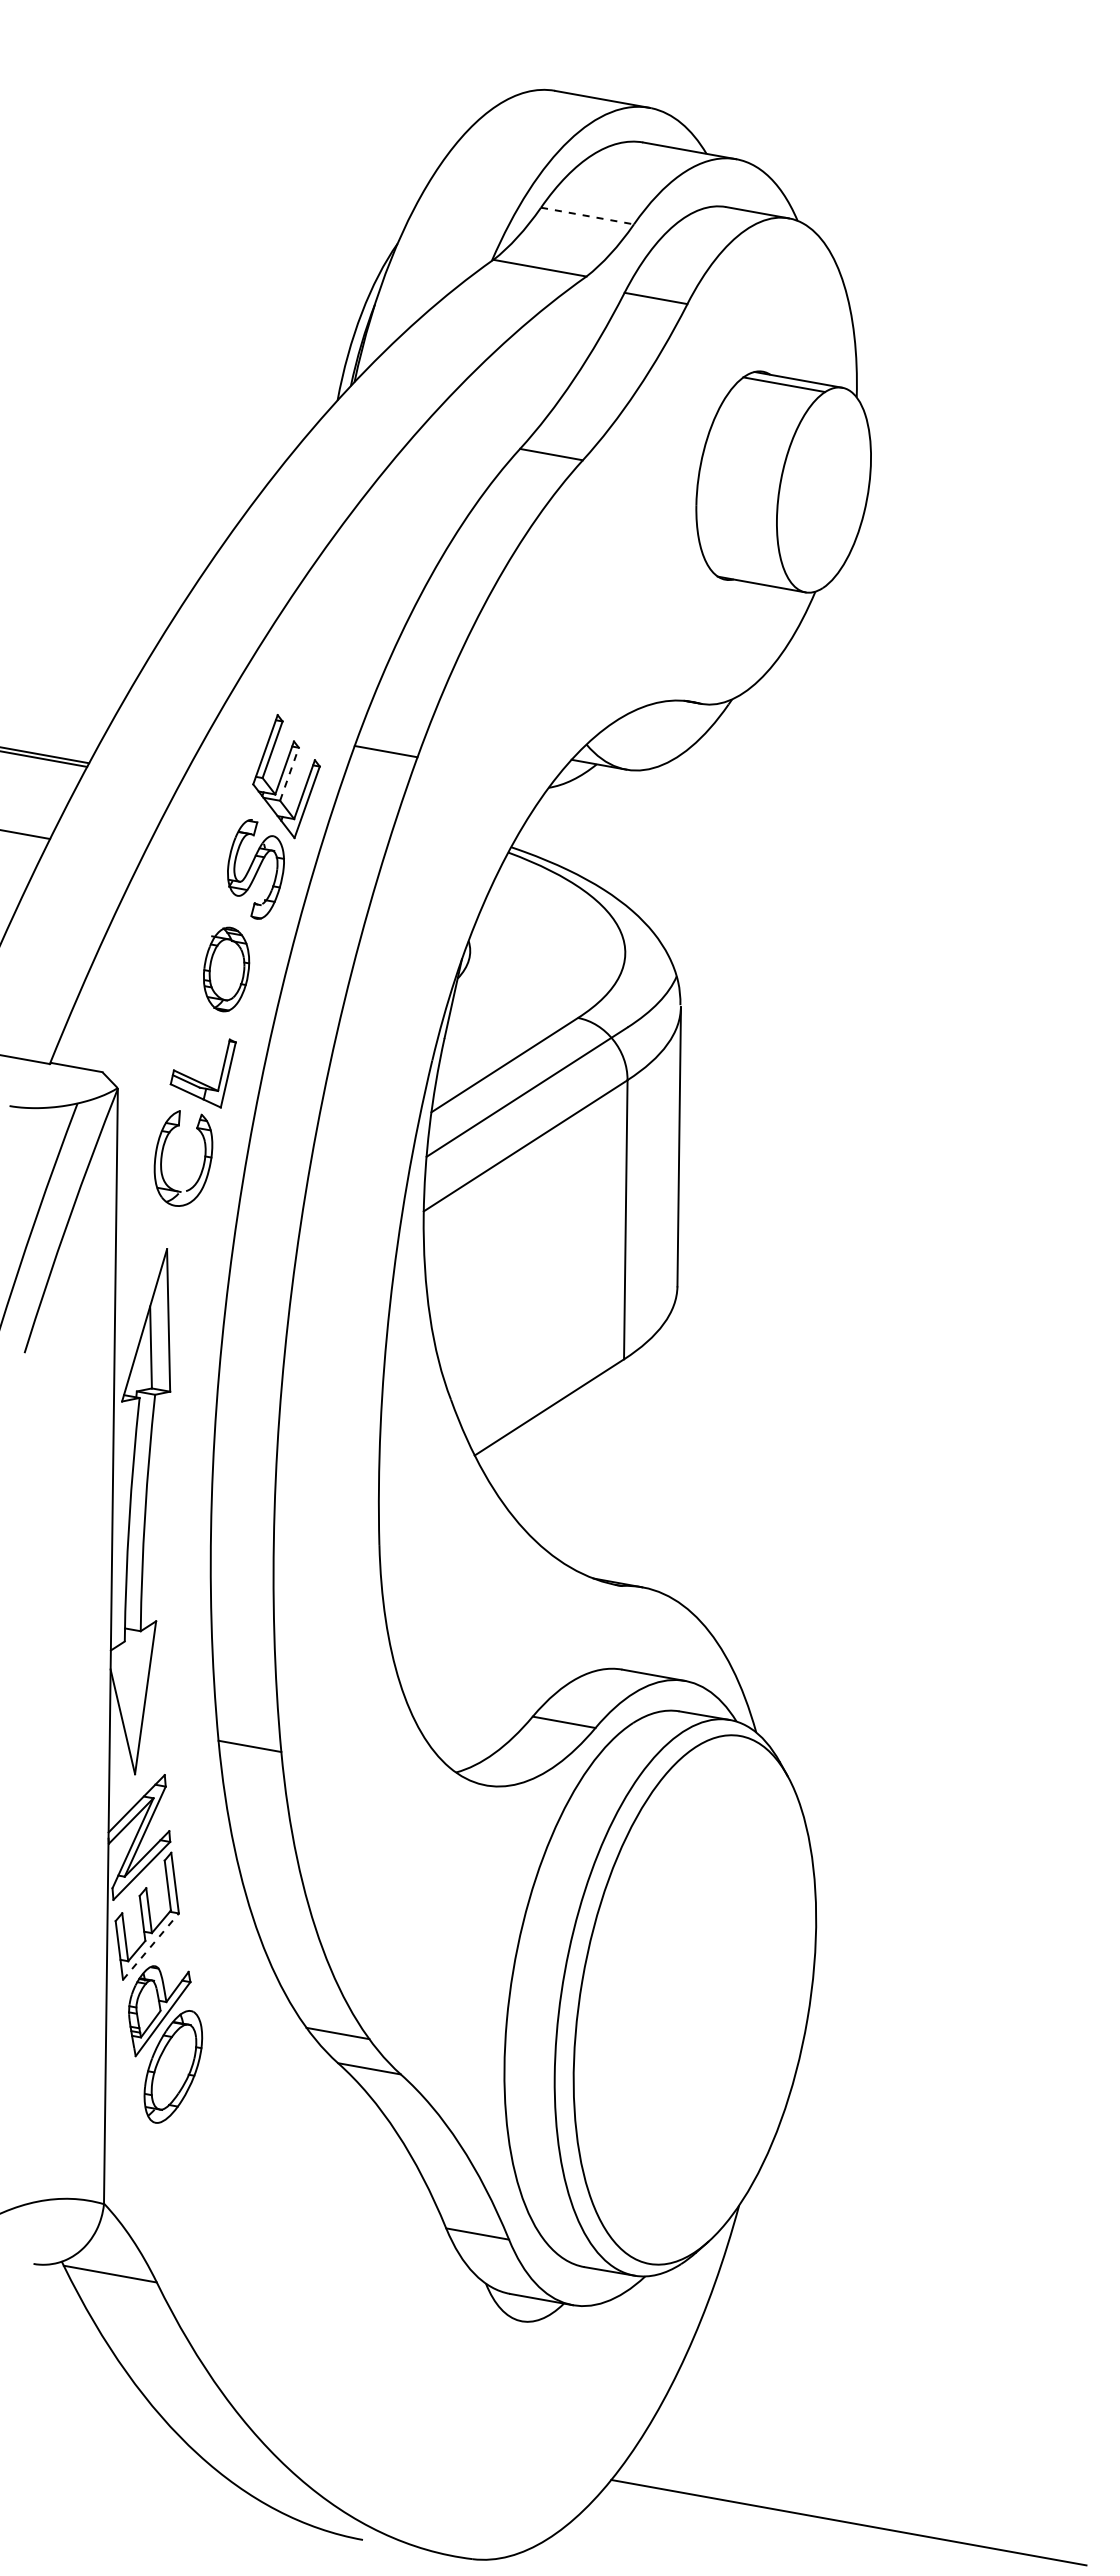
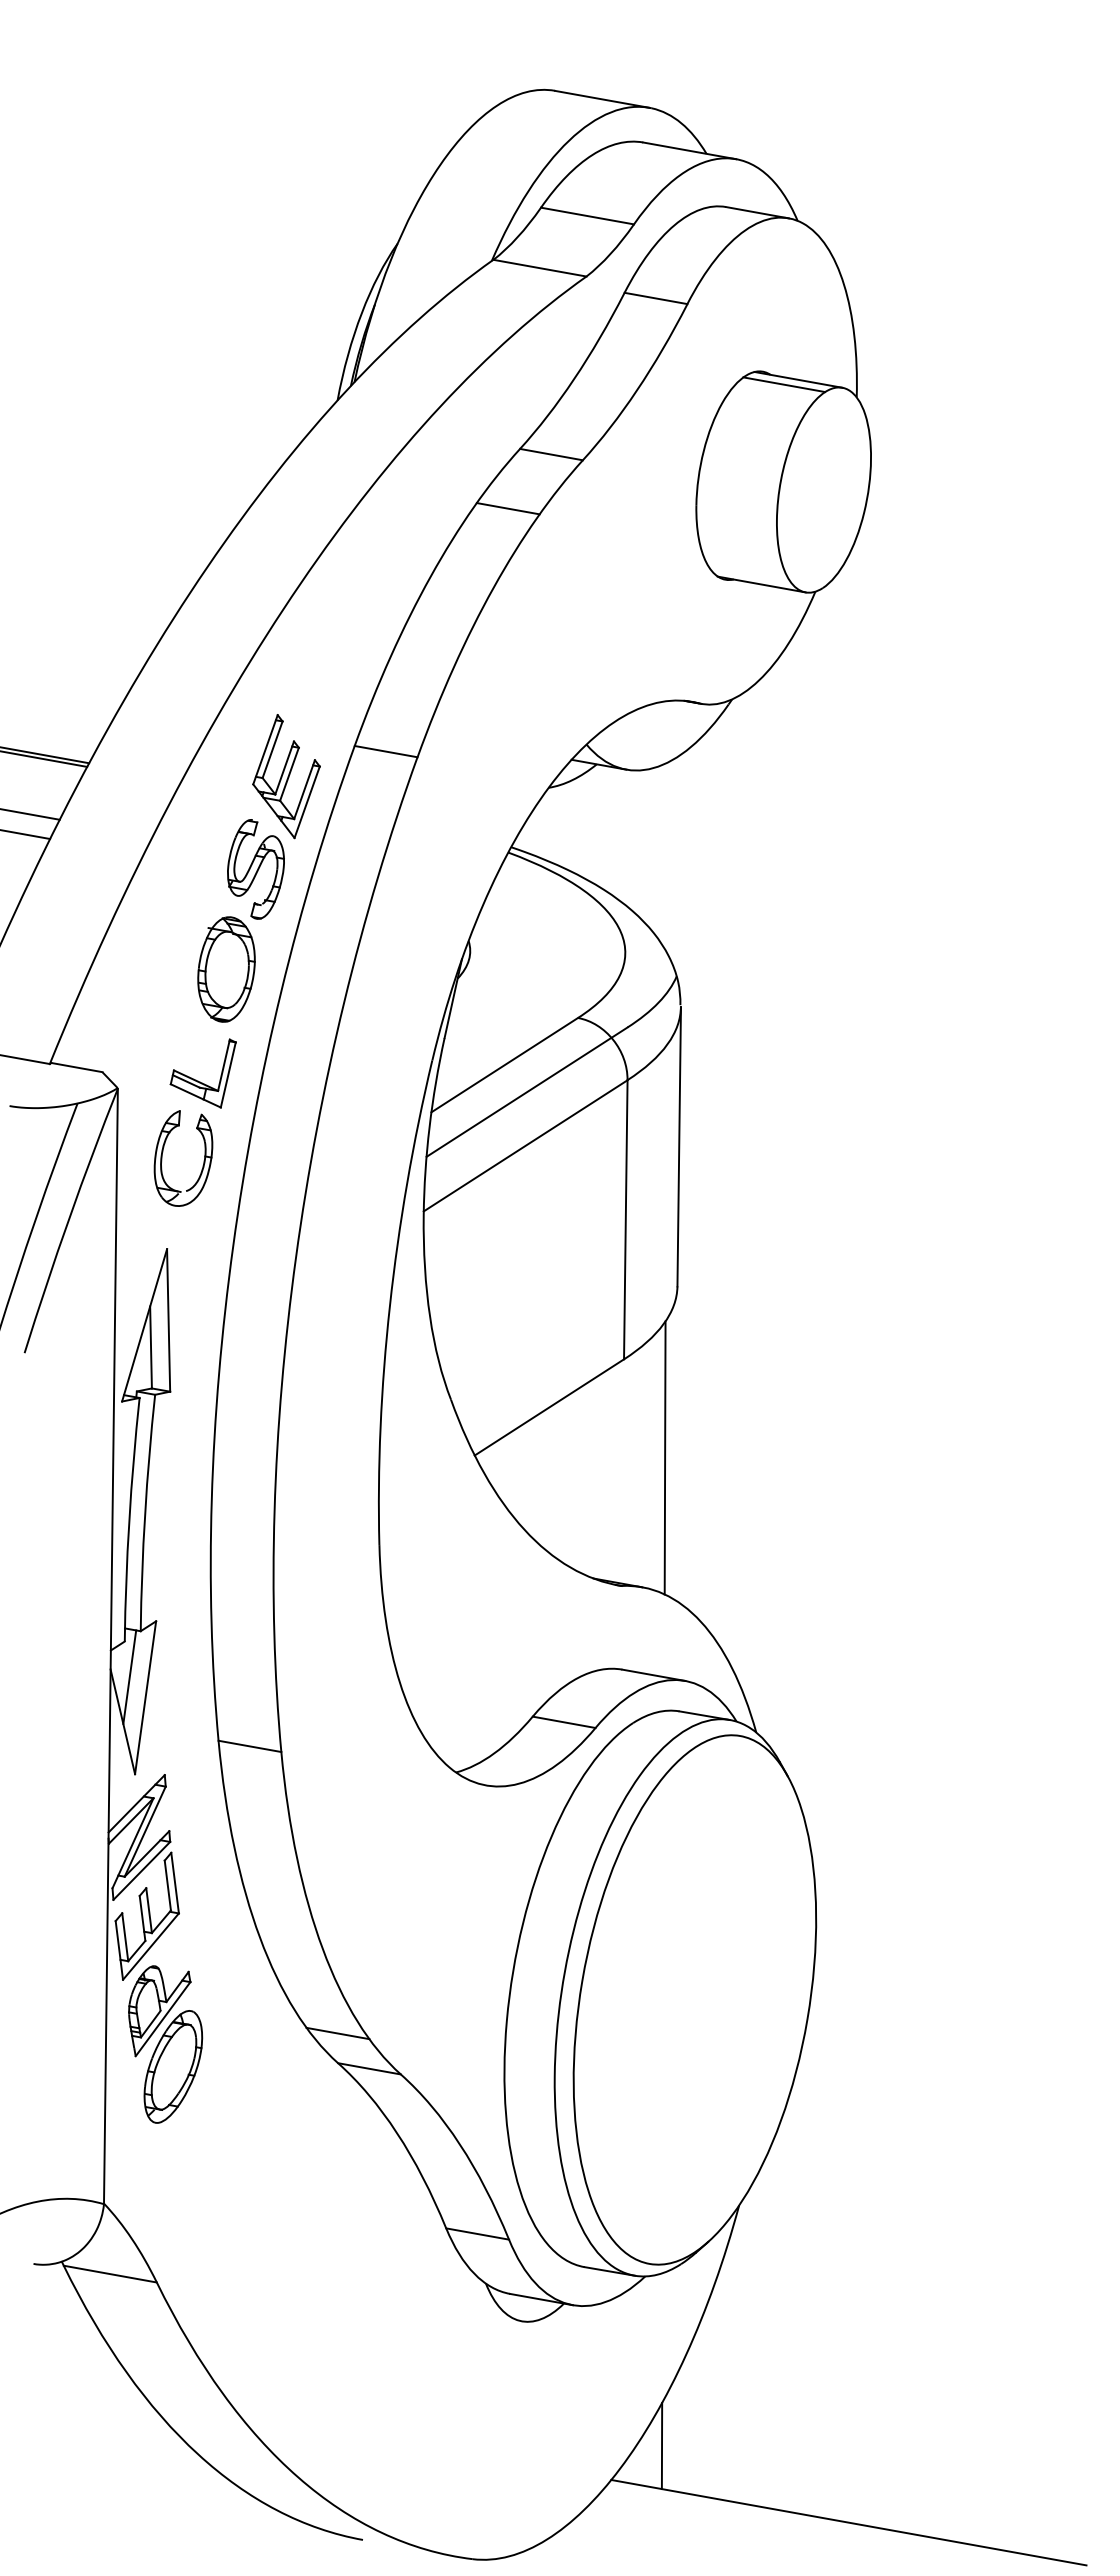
line at (588, 216): dashed -> solid
line at (507, 508): none -> present
line at (289, 773): dashed -> solid
line at (30, 814): none -> present
part at (226, 969) size: 48x87 px -> 59x107 px
line at (664, 1457): none -> present
line at (129, 1676): none -> present
line at (151, 1946): dashed -> solid
line at (661, 2445): none -> present
